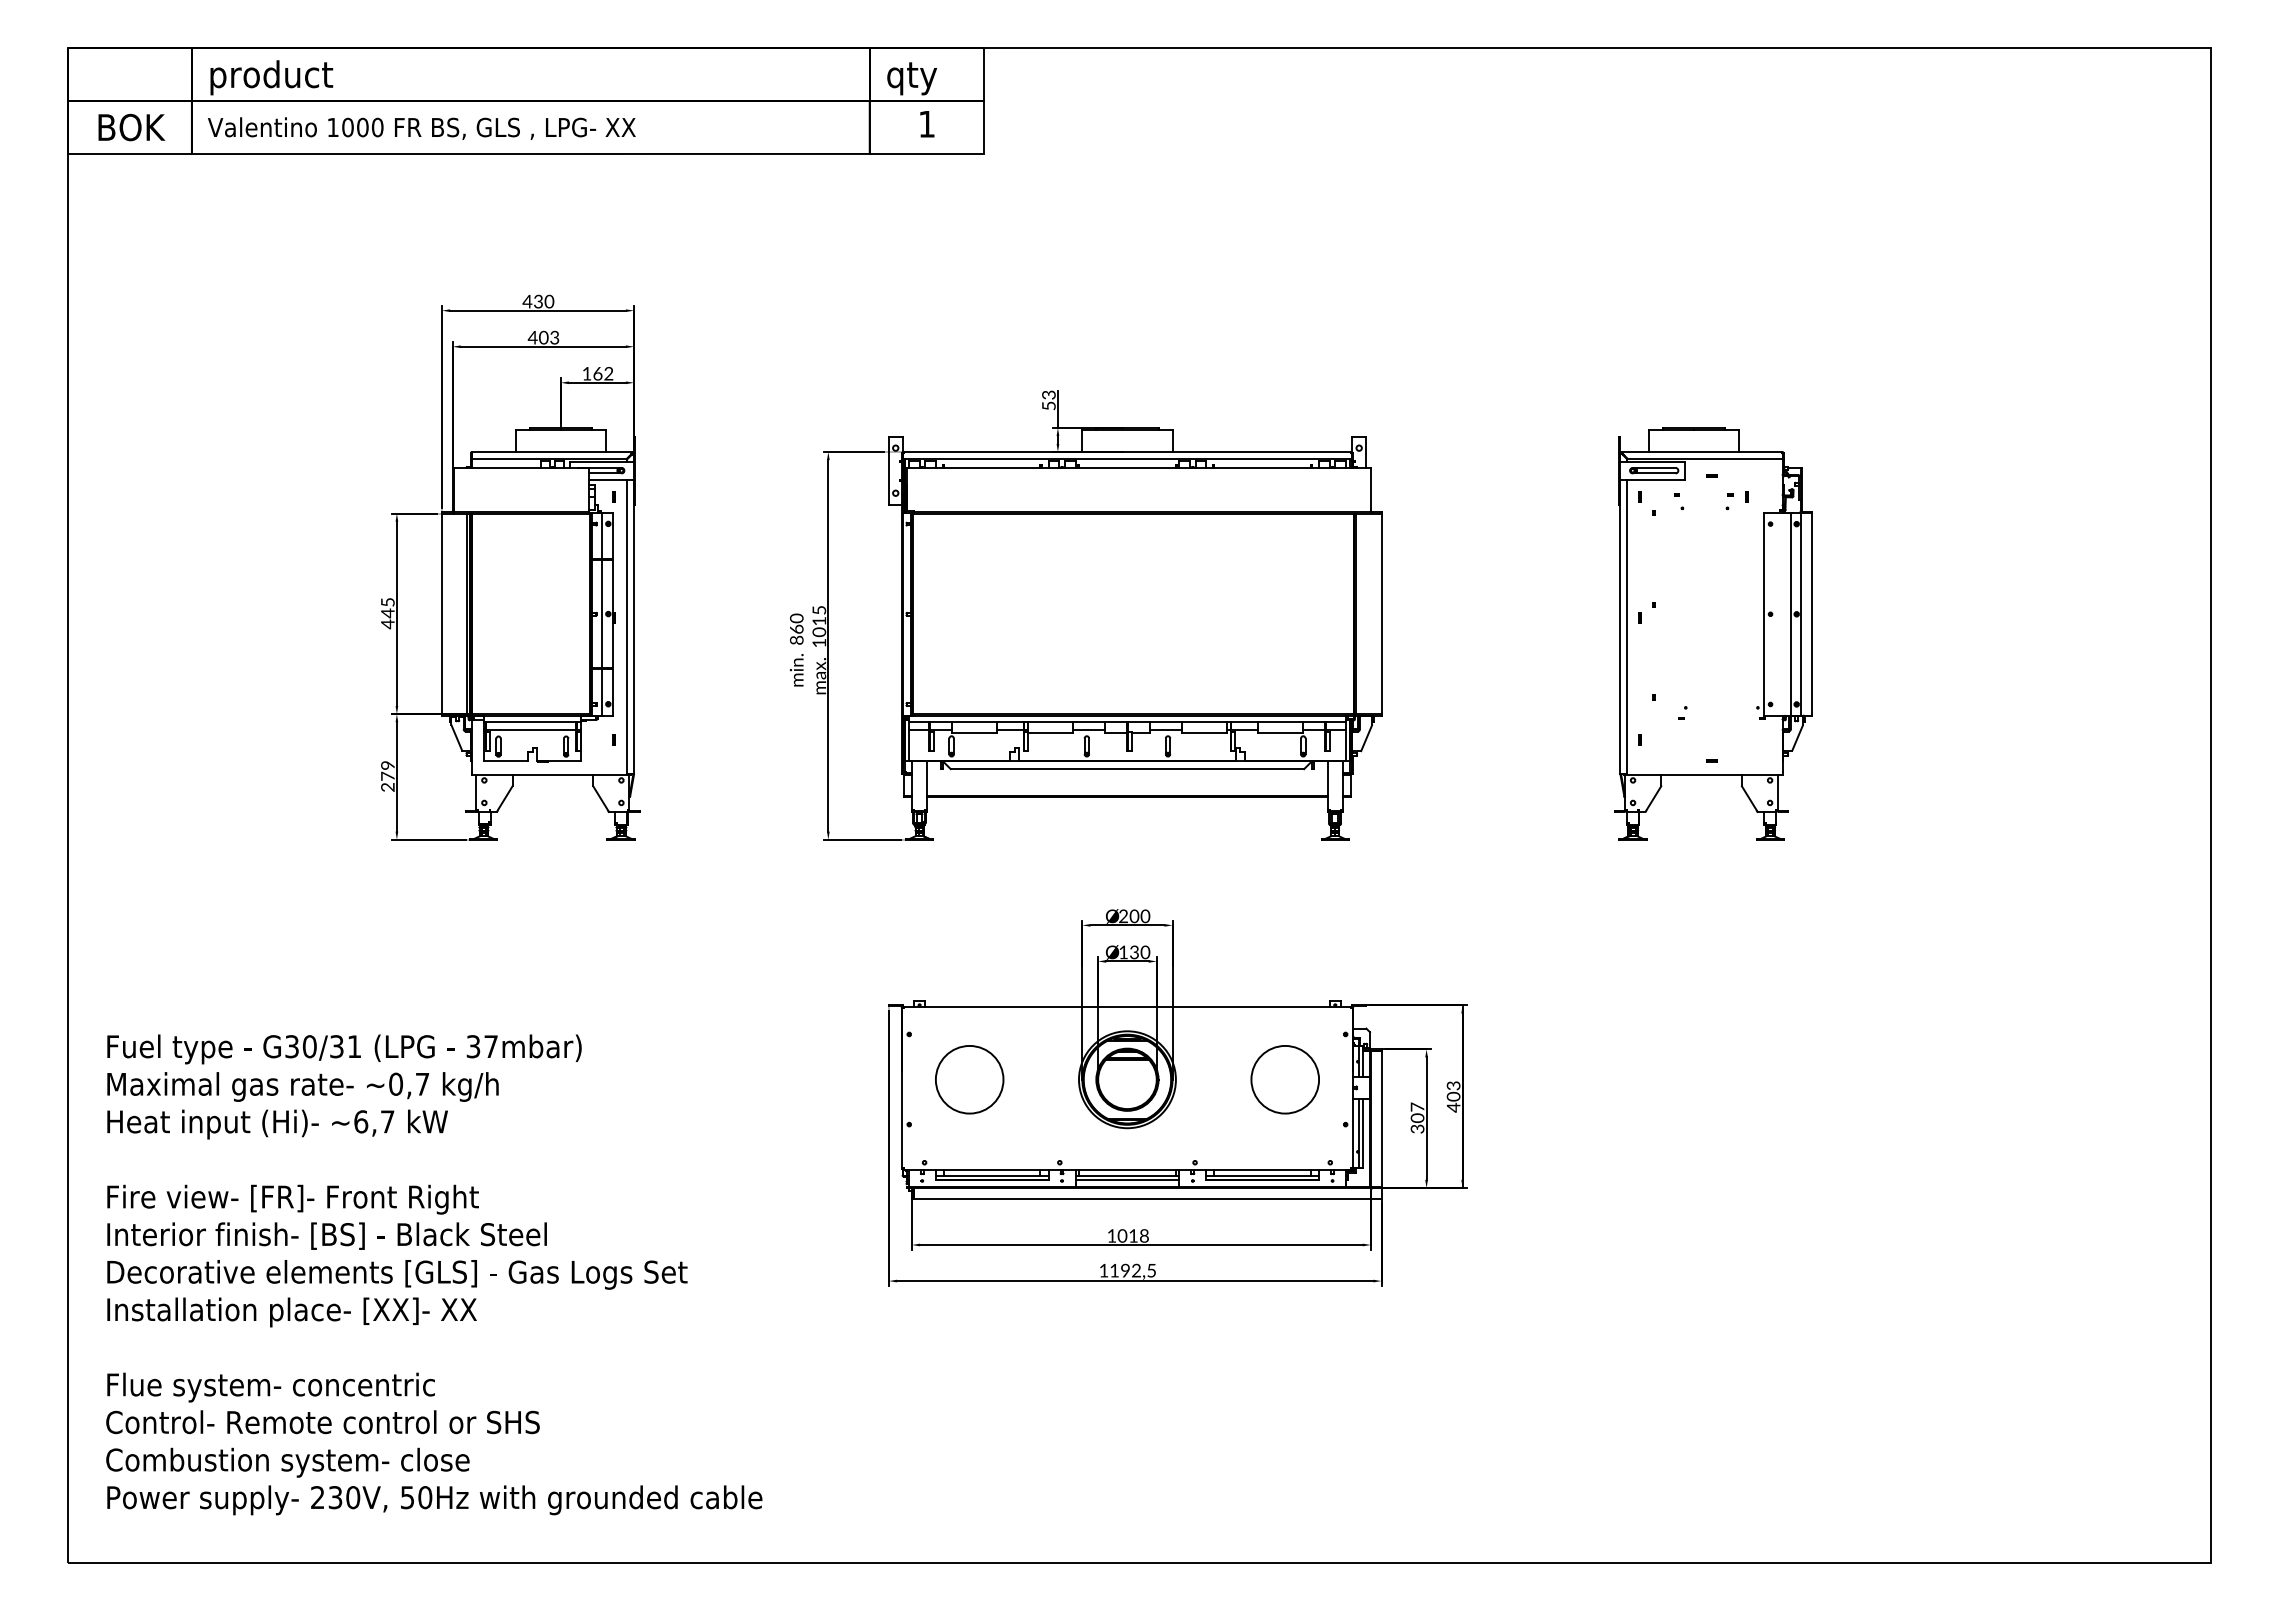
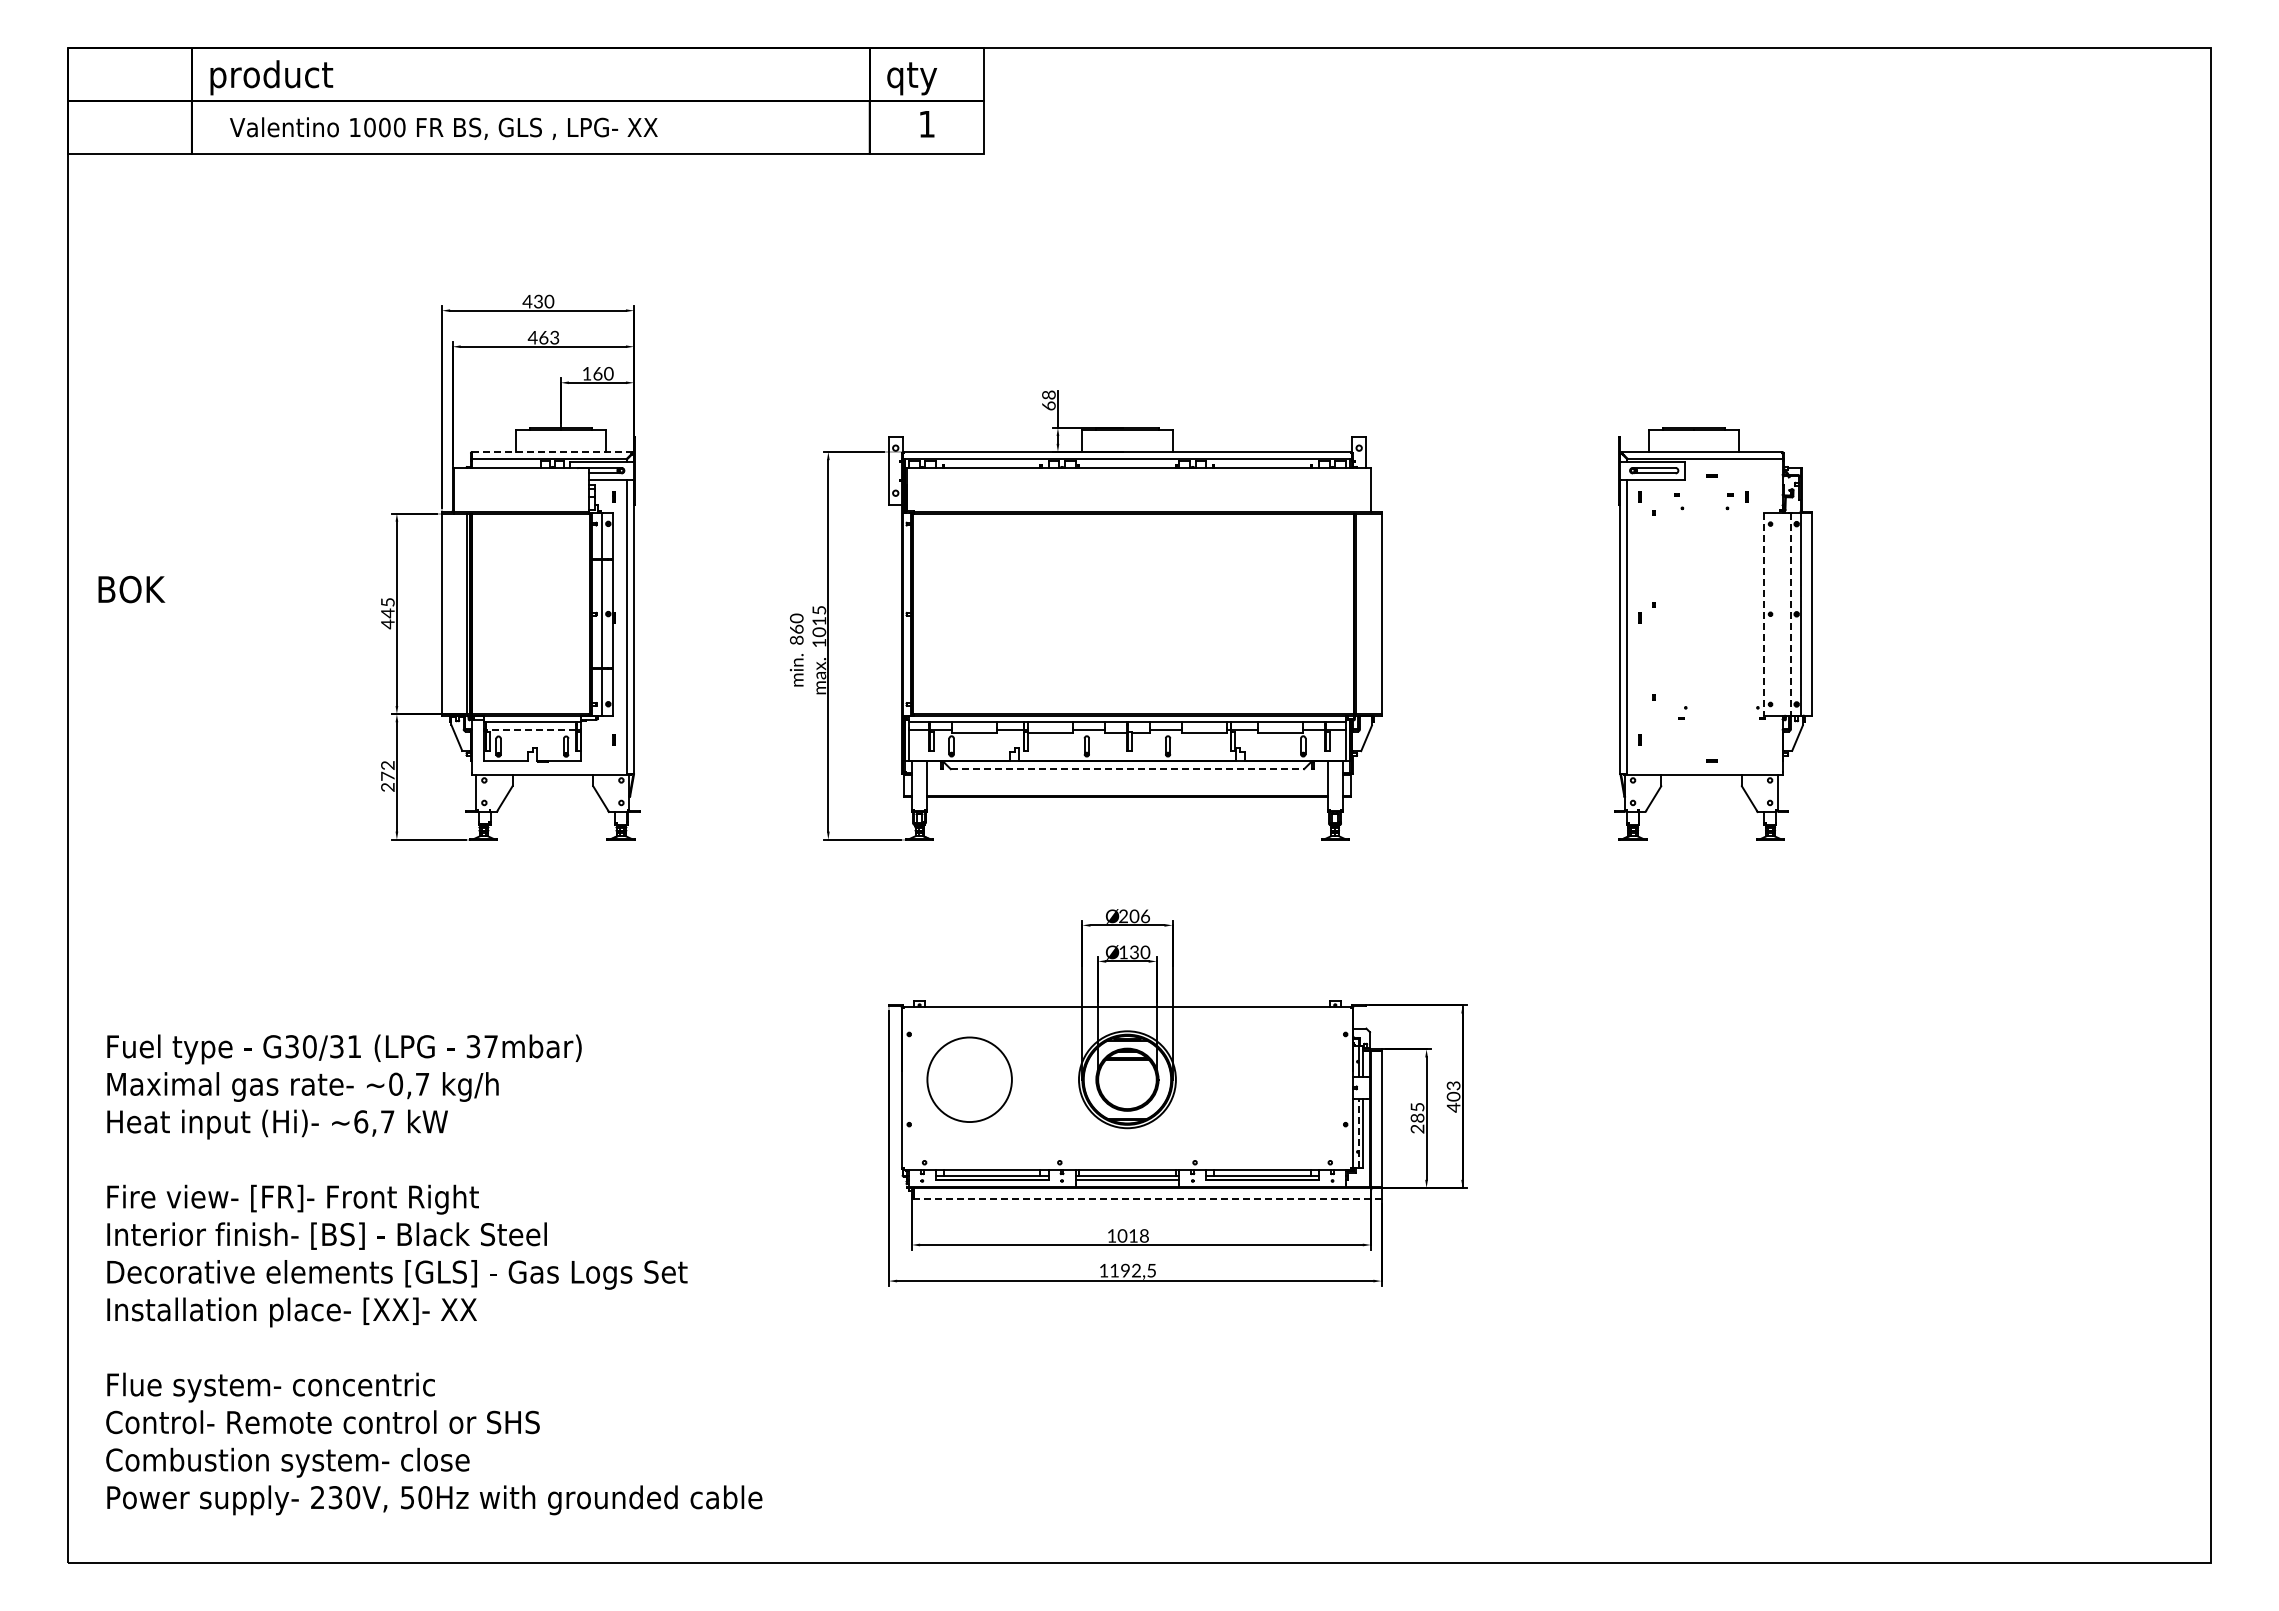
text at (131, 127) position: (131, 127) -> (131, 589)
text at (421, 128) position: (421, 128) -> (443, 128)
text at (543, 336): 403 -> 463
text at (608, 373): 162 -> 160
text at (1048, 400): 53 -> 68
line at (552, 452): solid -> dashed
line at (1763, 614): solid -> dashed
line at (1790, 614): solid -> dashed
line at (531, 729): solid -> dashed
text at (388, 765): 279 -> 272
line at (1127, 769): solid -> dashed
text at (1145, 915): 200 -> 206
circle at (969, 1079) diameter: 68 px -> 85 px
circle at (1284, 1079): present -> none
text at (1417, 1117): 307 -> 285
line at (1358, 1132): solid -> dashed
line at (1147, 1198): solid -> dashed
